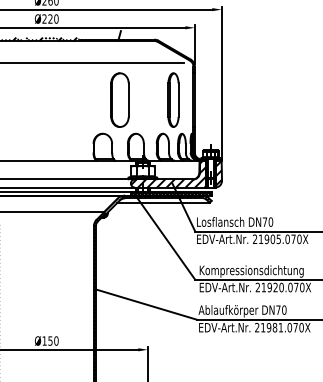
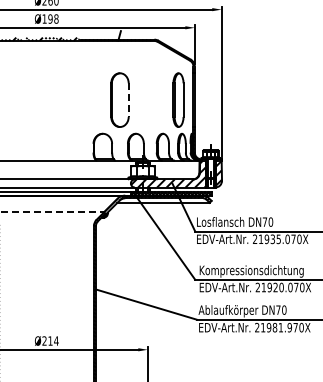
text at (50, 18): Ø220 -> Ø198
line at (93, 62): present -> none
part at (173, 99) position: (173, 99) -> (178, 99)
line at (128, 100): solid -> dashed
line at (52, 212): solid -> dashed
text at (272, 238): 21905.070X -> 21935.070X
text at (289, 327): 21981.070X -> 21981.970X
text at (50, 340): Ø150 -> Ø214
